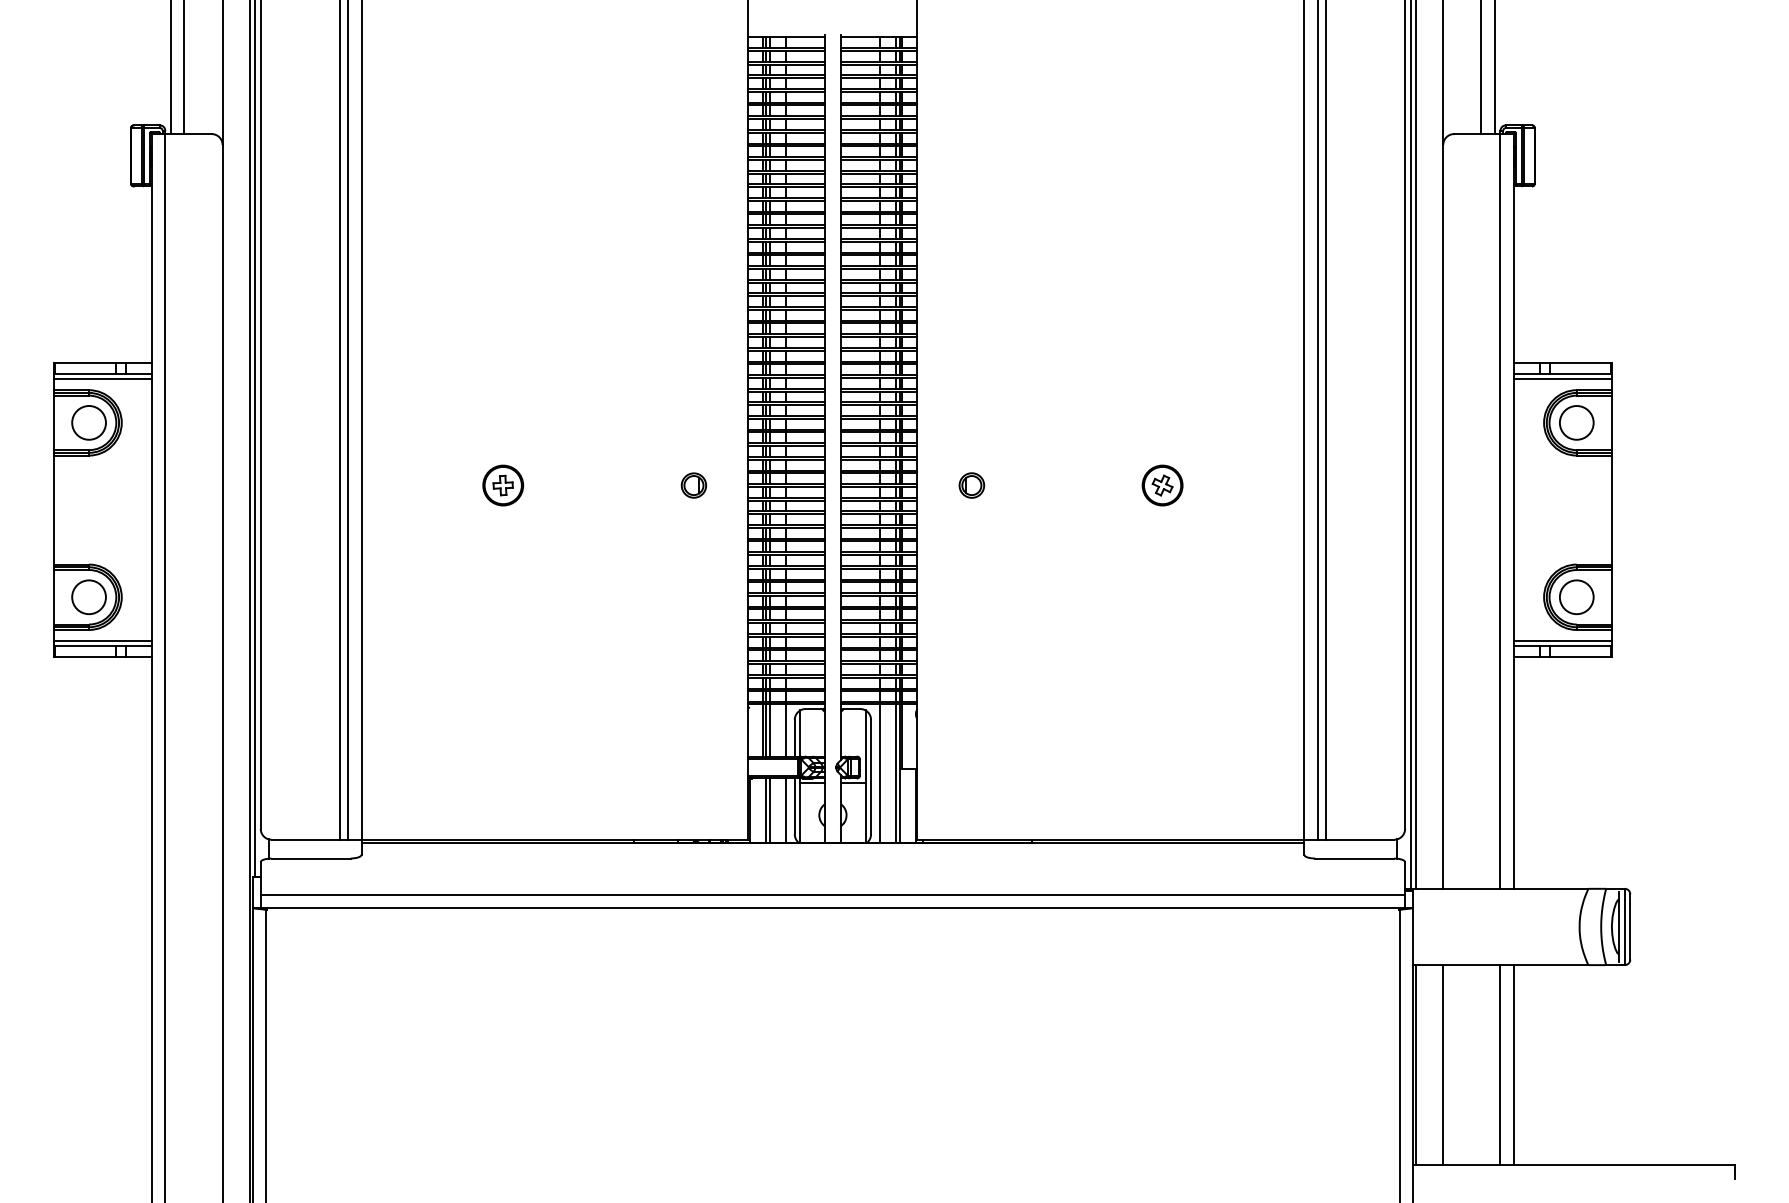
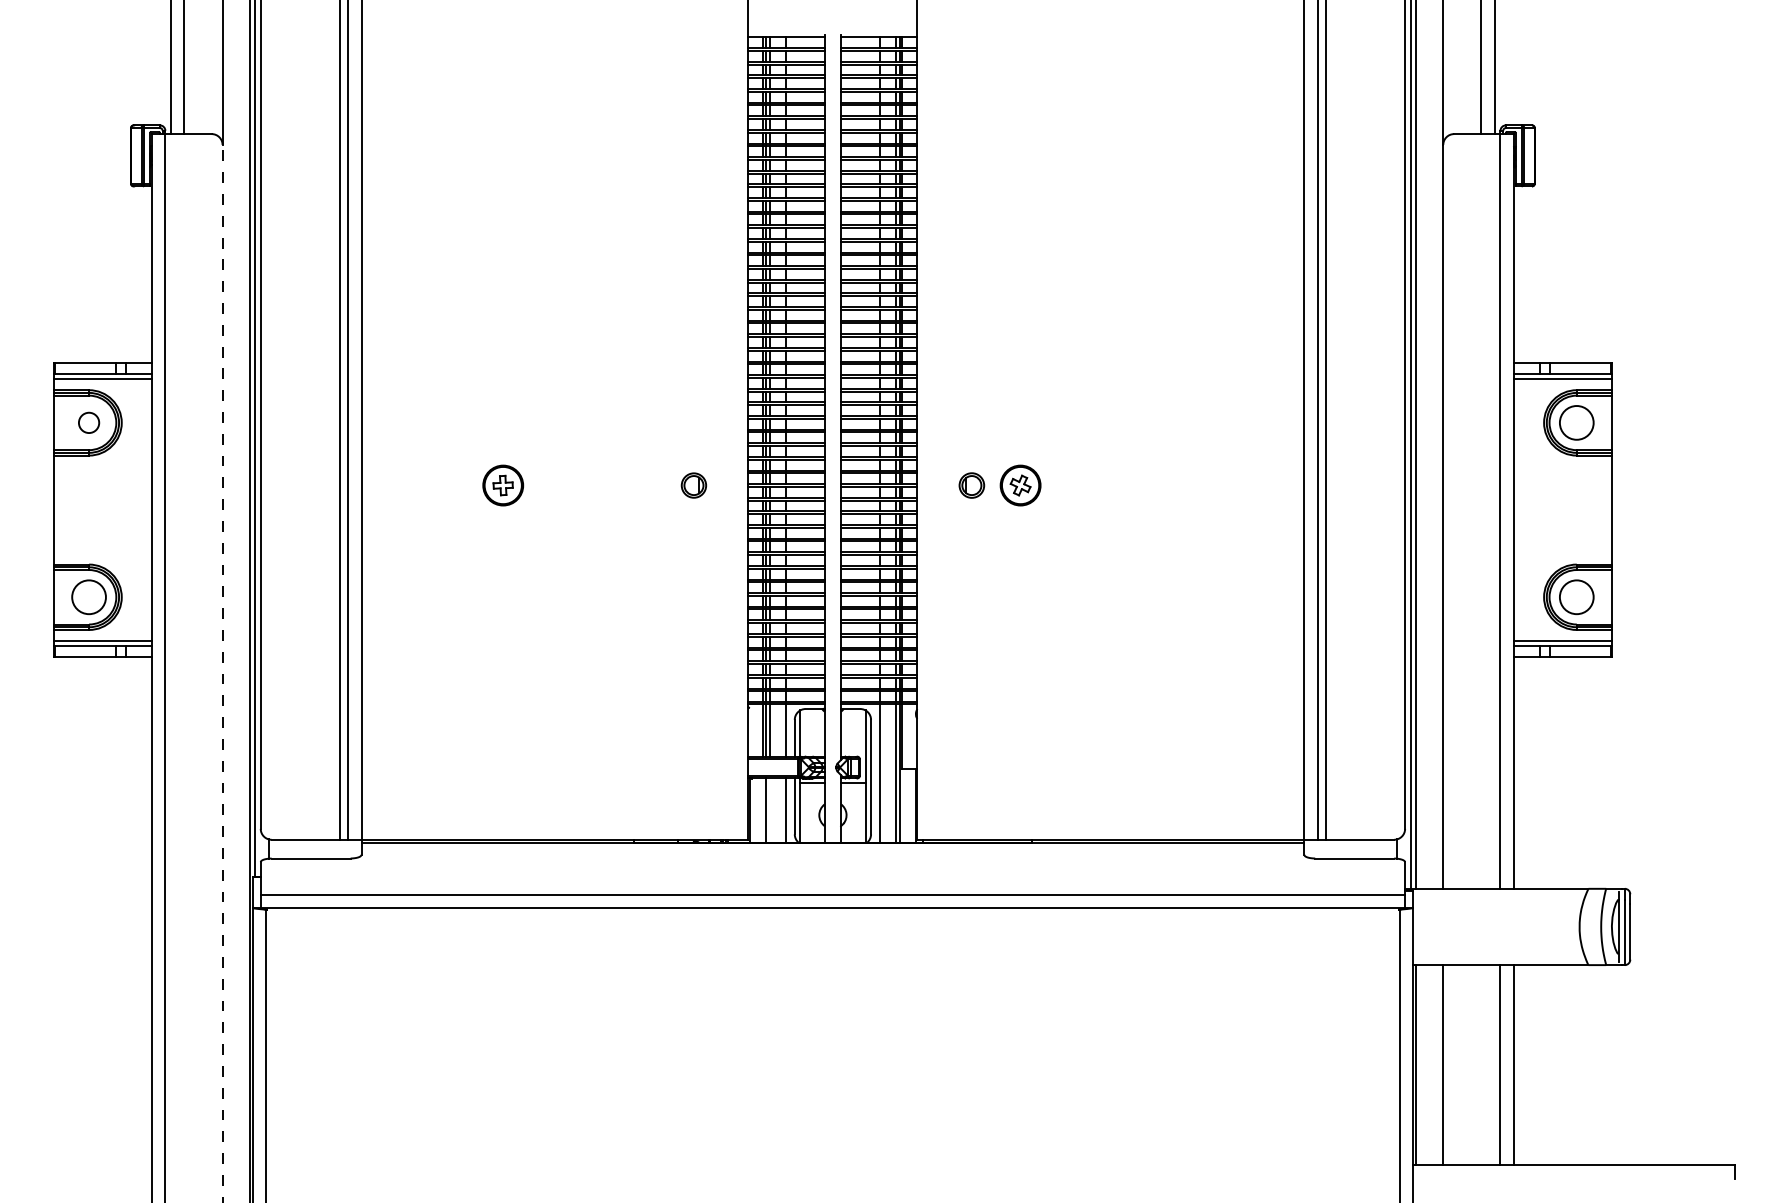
circle at (88, 422) diameter: 34 px -> 20 px
part at (1162, 485) position: (1162, 485) -> (1020, 485)
line at (222, 673): solid -> dashed
line at (770, 810): present -> none
